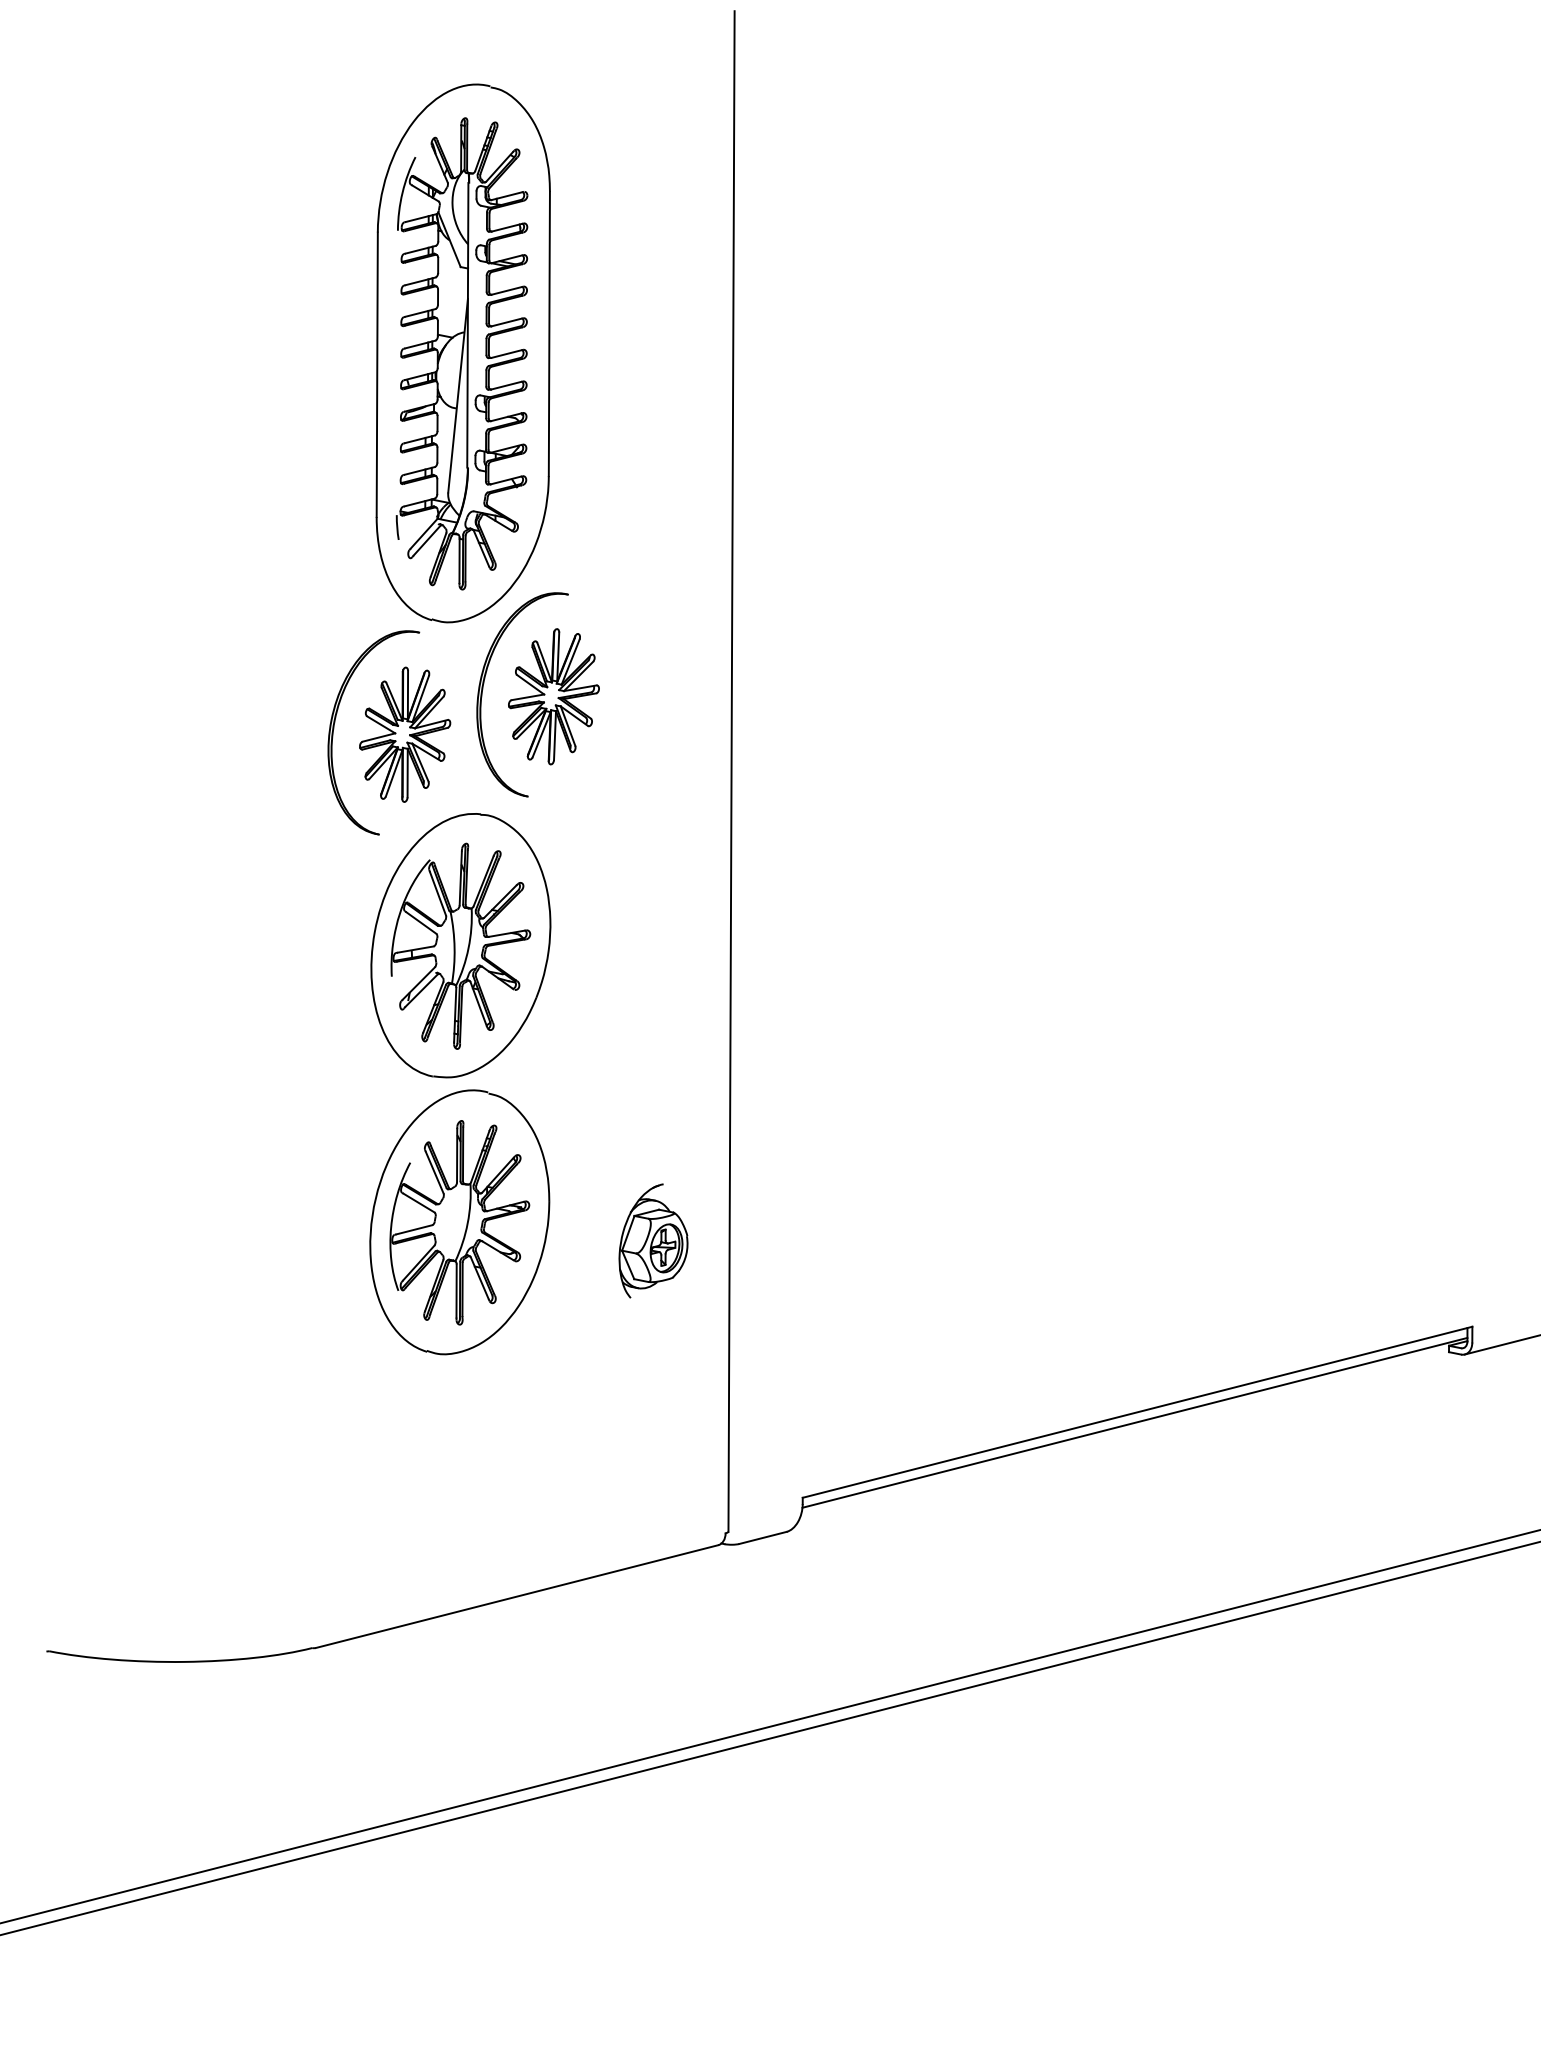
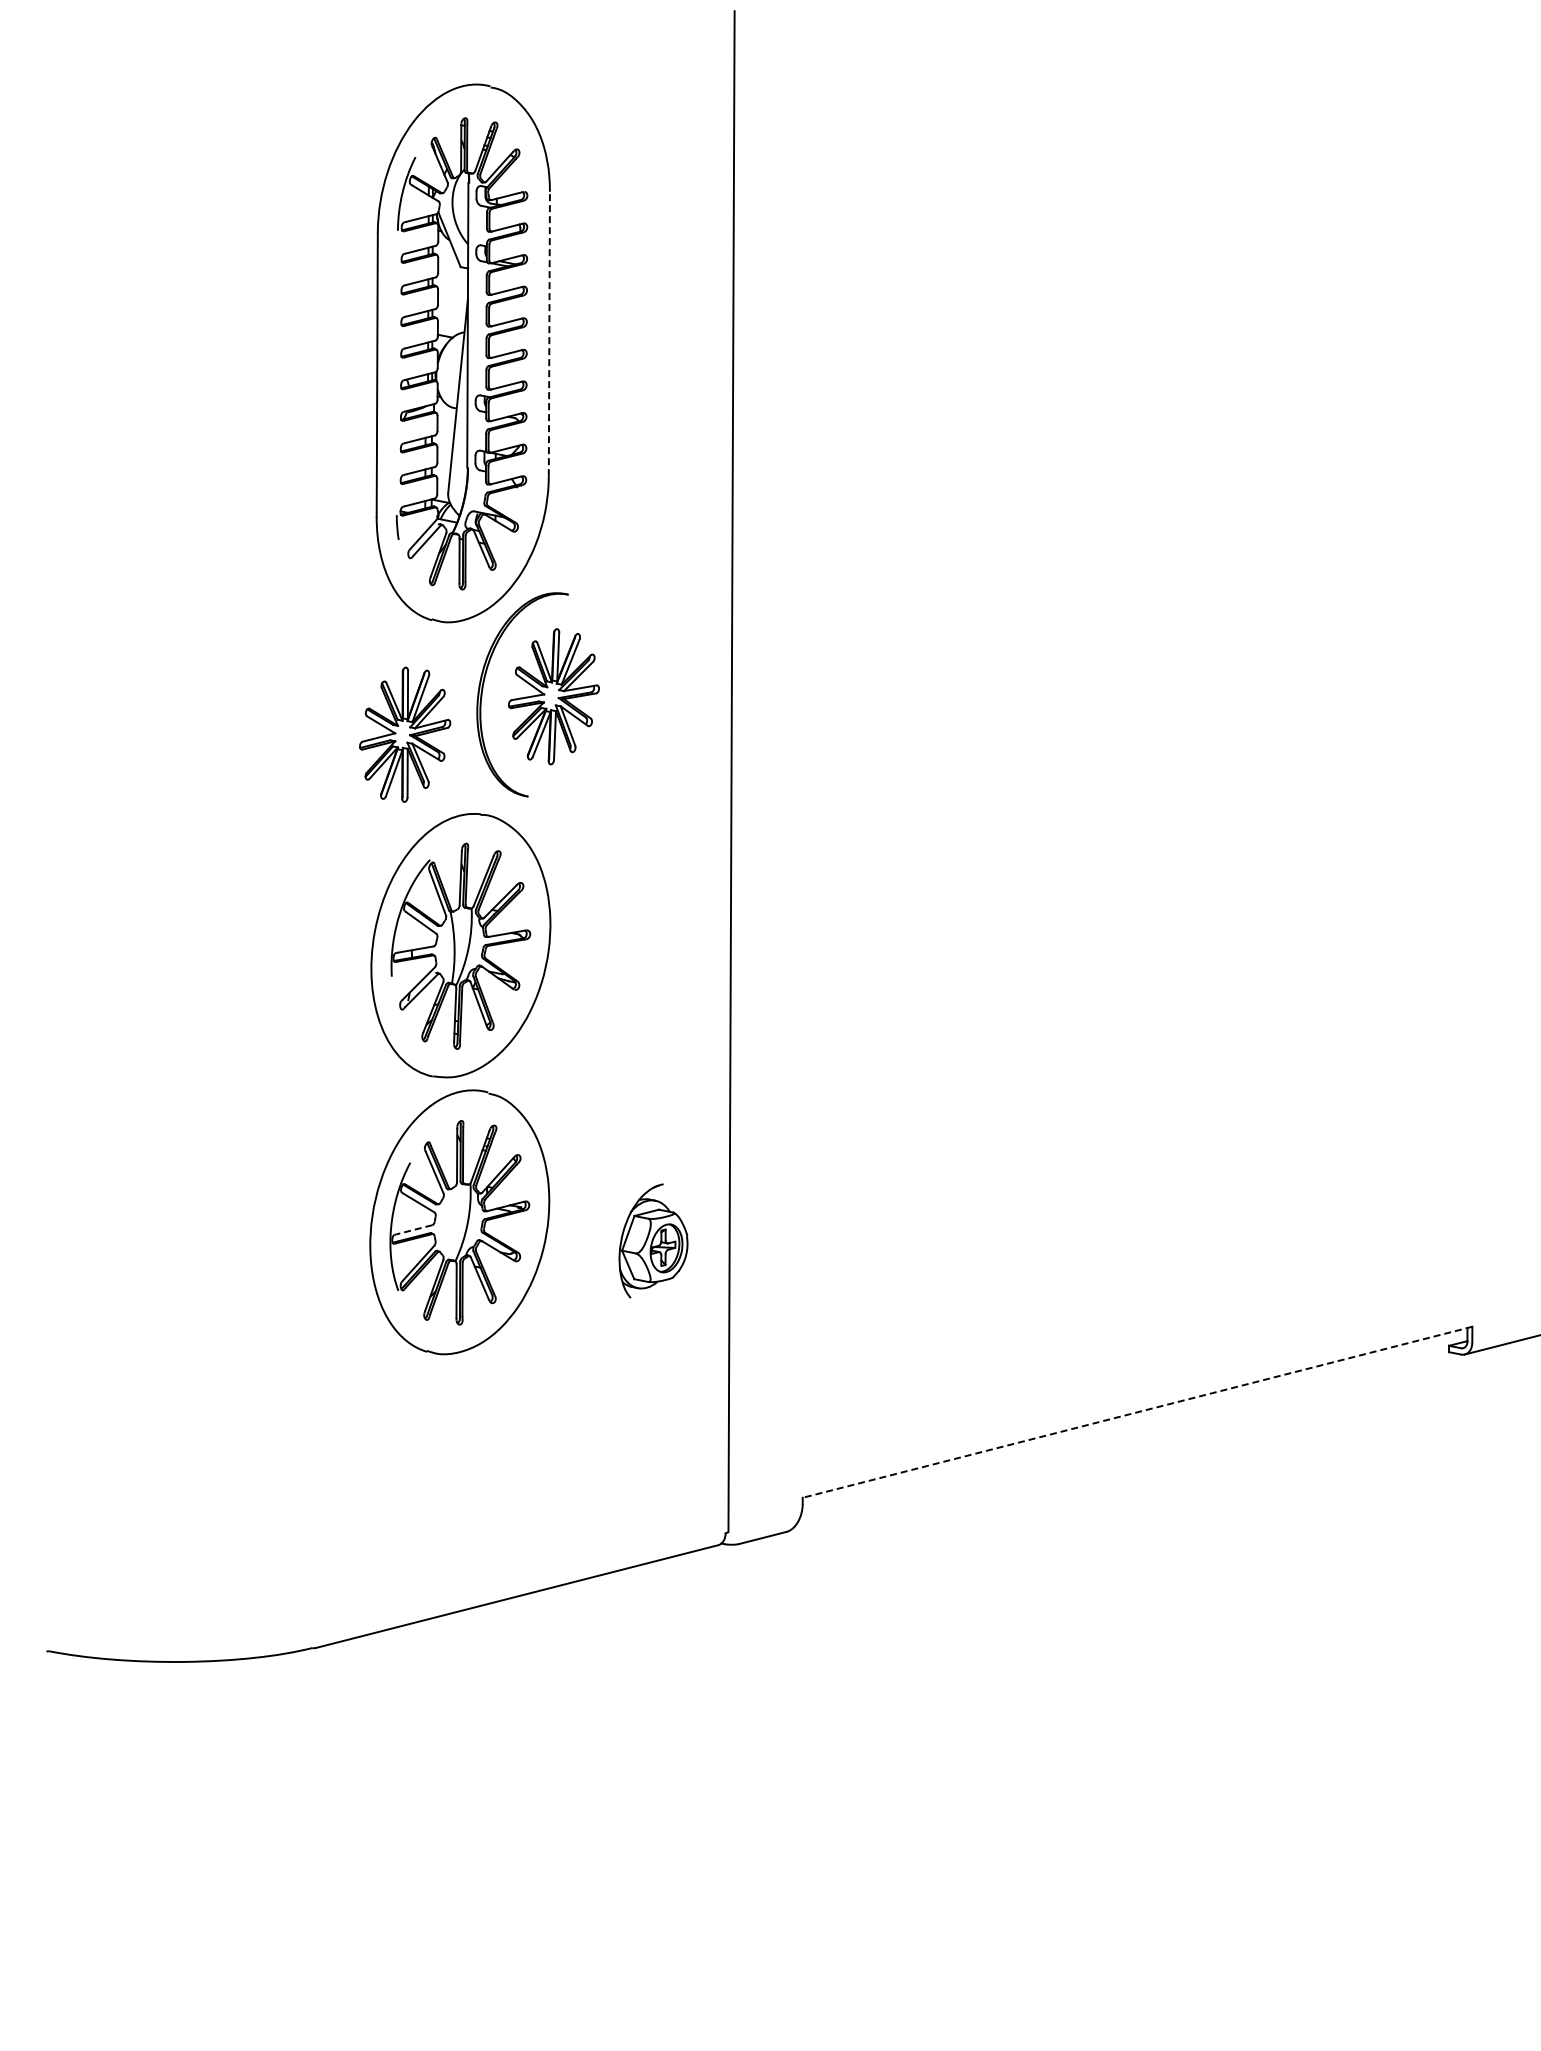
line at (549, 333): solid -> dashed
part at (334, 729): present -> none
line at (413, 1229): solid -> dashed
line at (1137, 1412): solid -> dashed
line at (1134, 1422): present -> none
line at (769, 1726): present -> none
line at (769, 1738): present -> none
